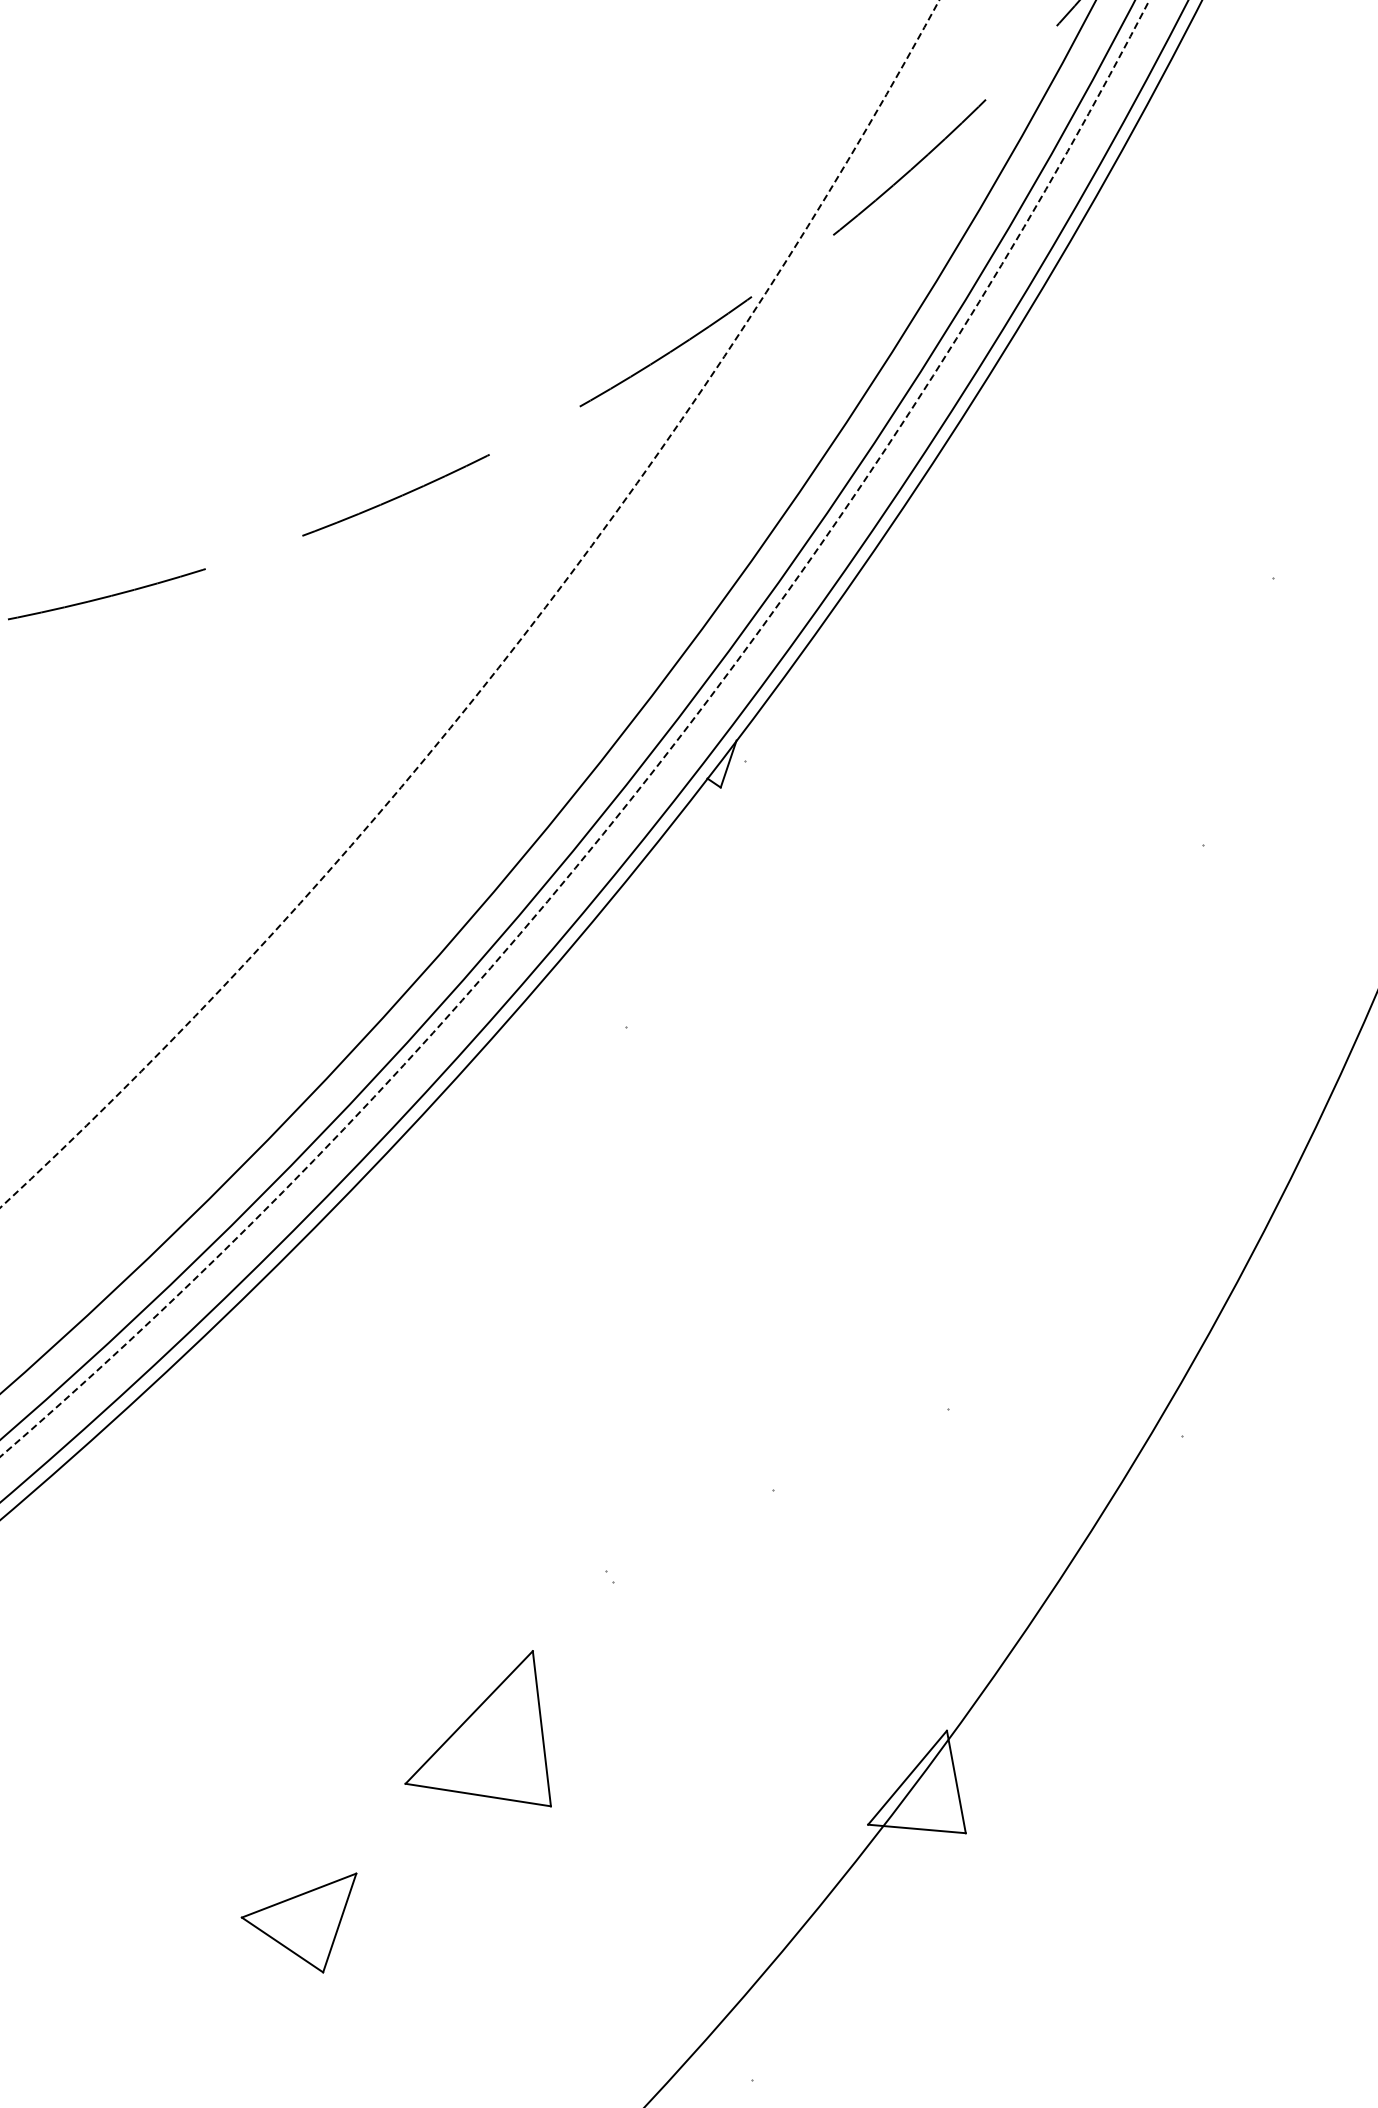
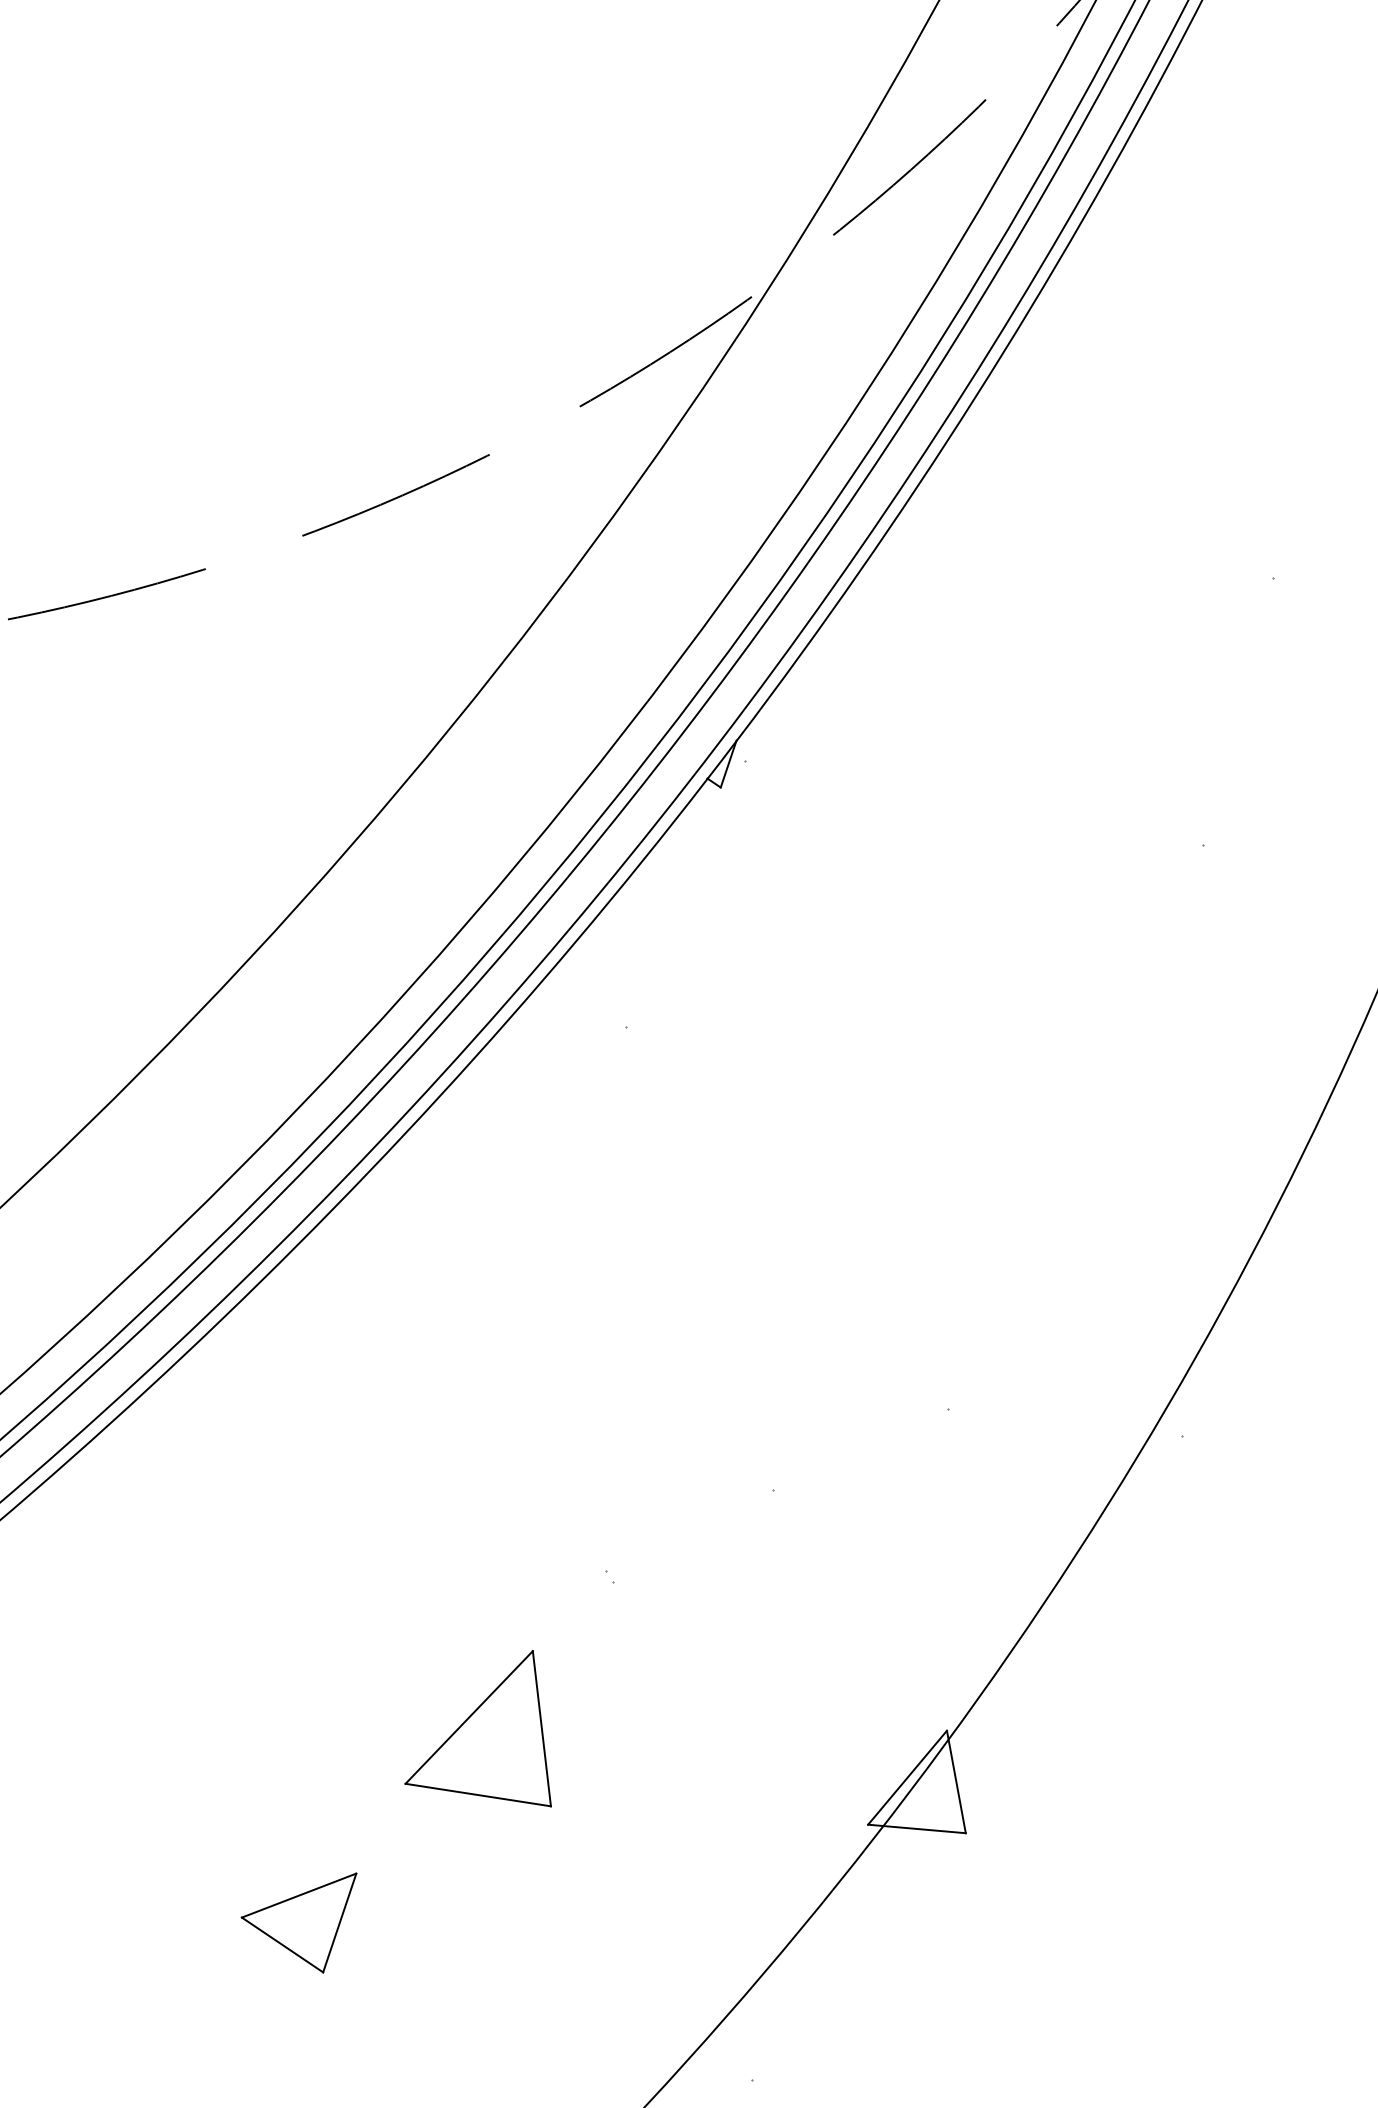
arc at (519, 641): dashed -> solid
arc at (644, 782): dashed -> solid
